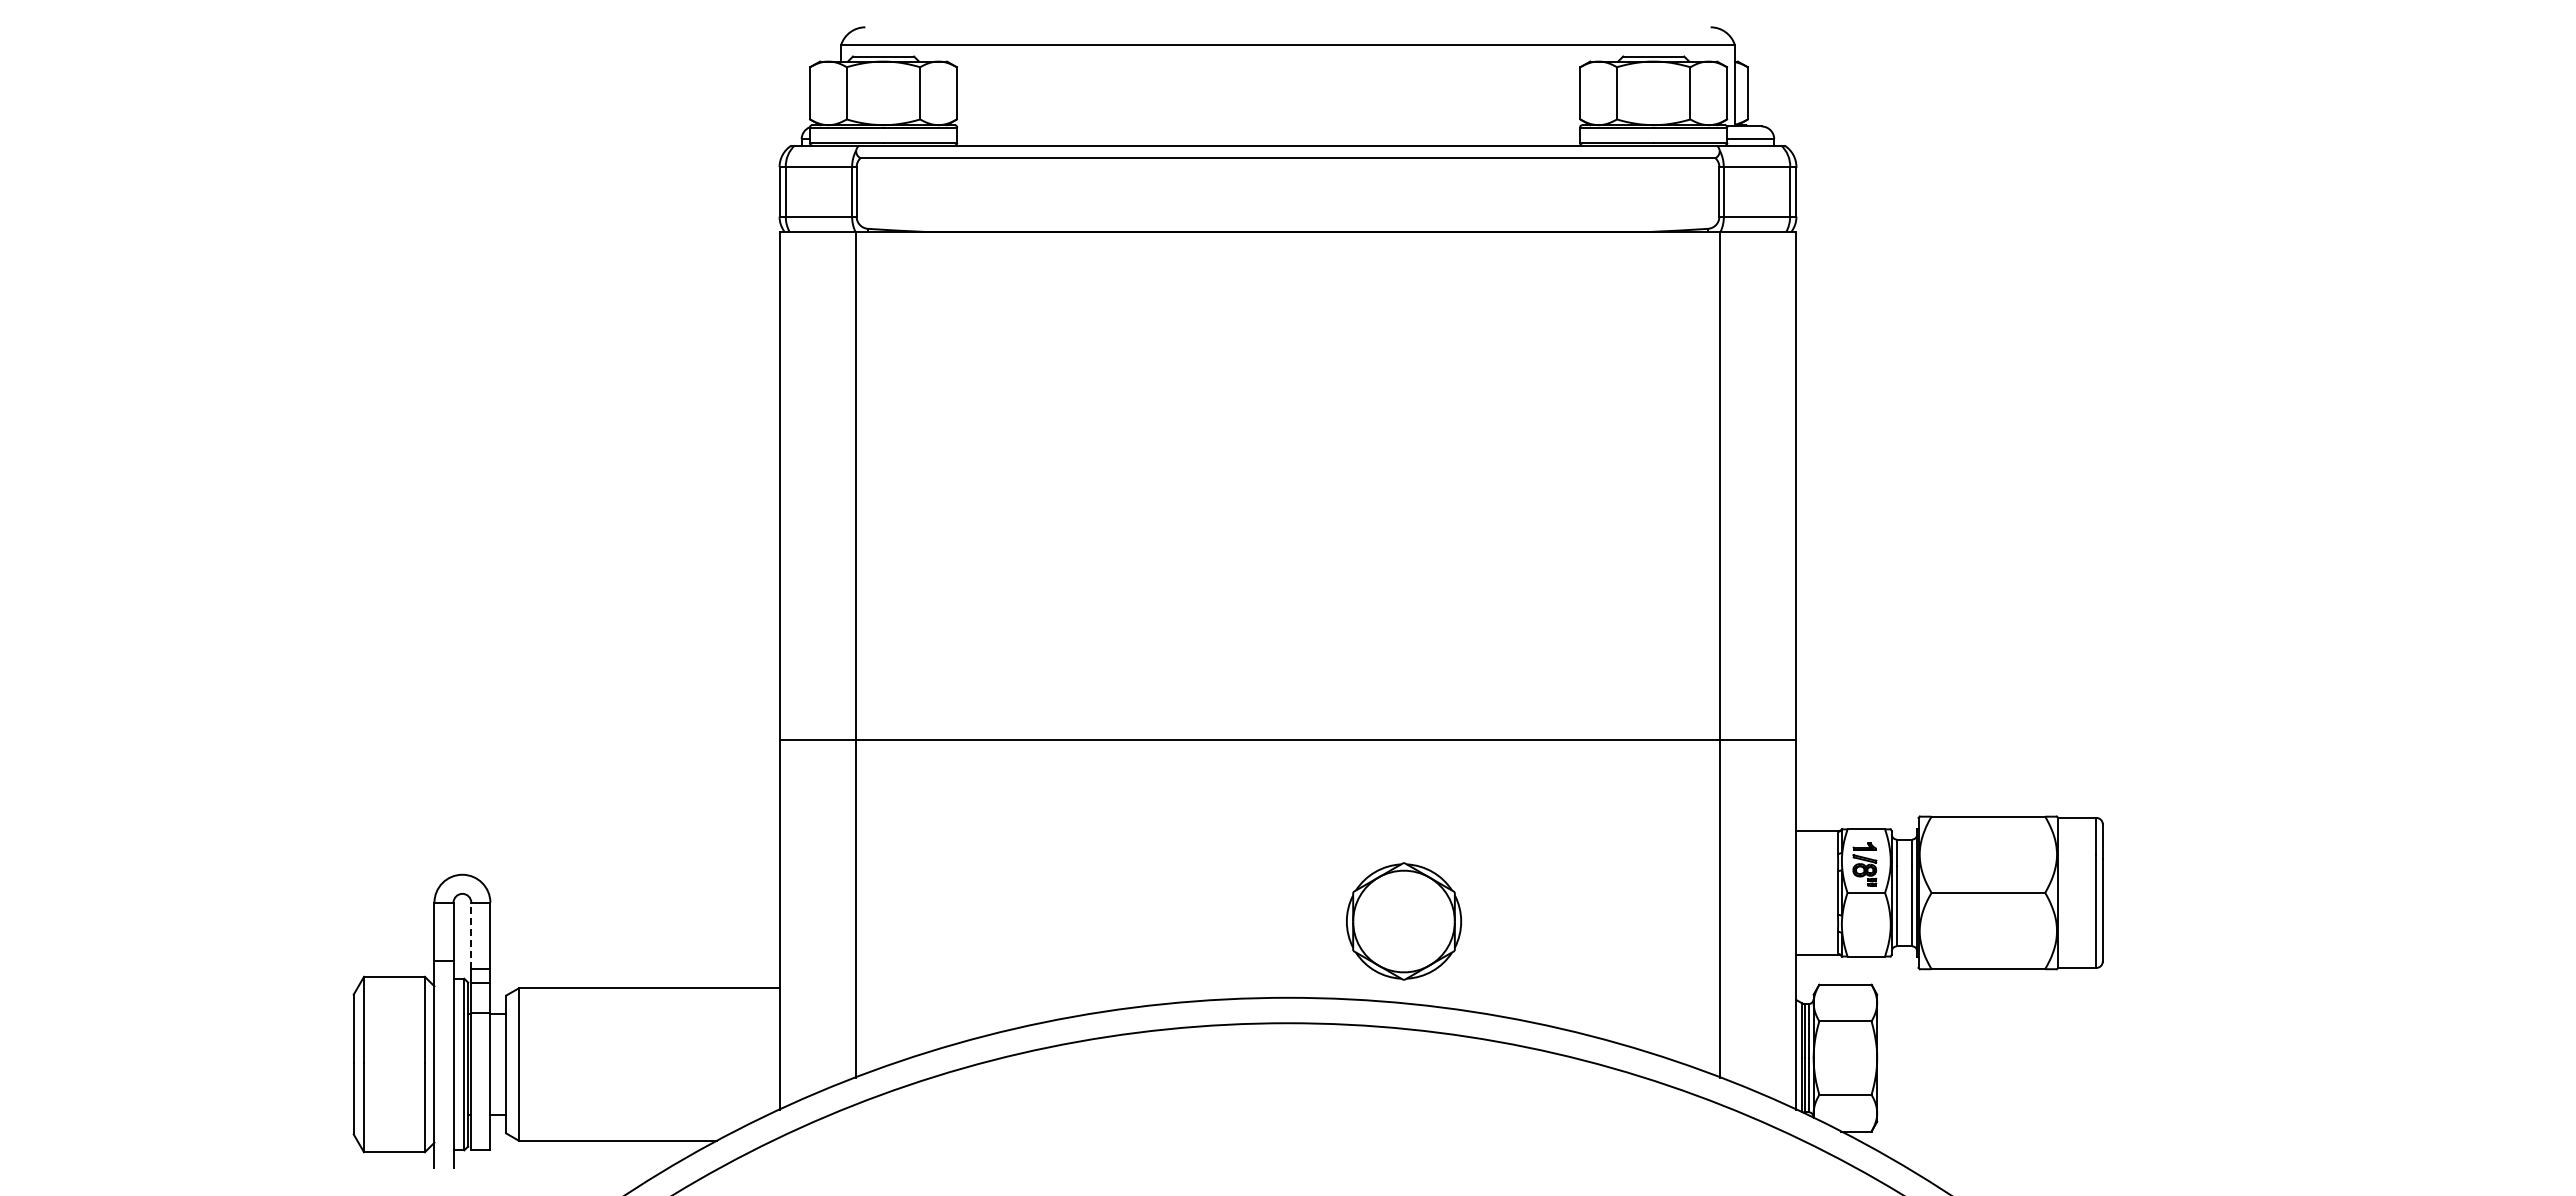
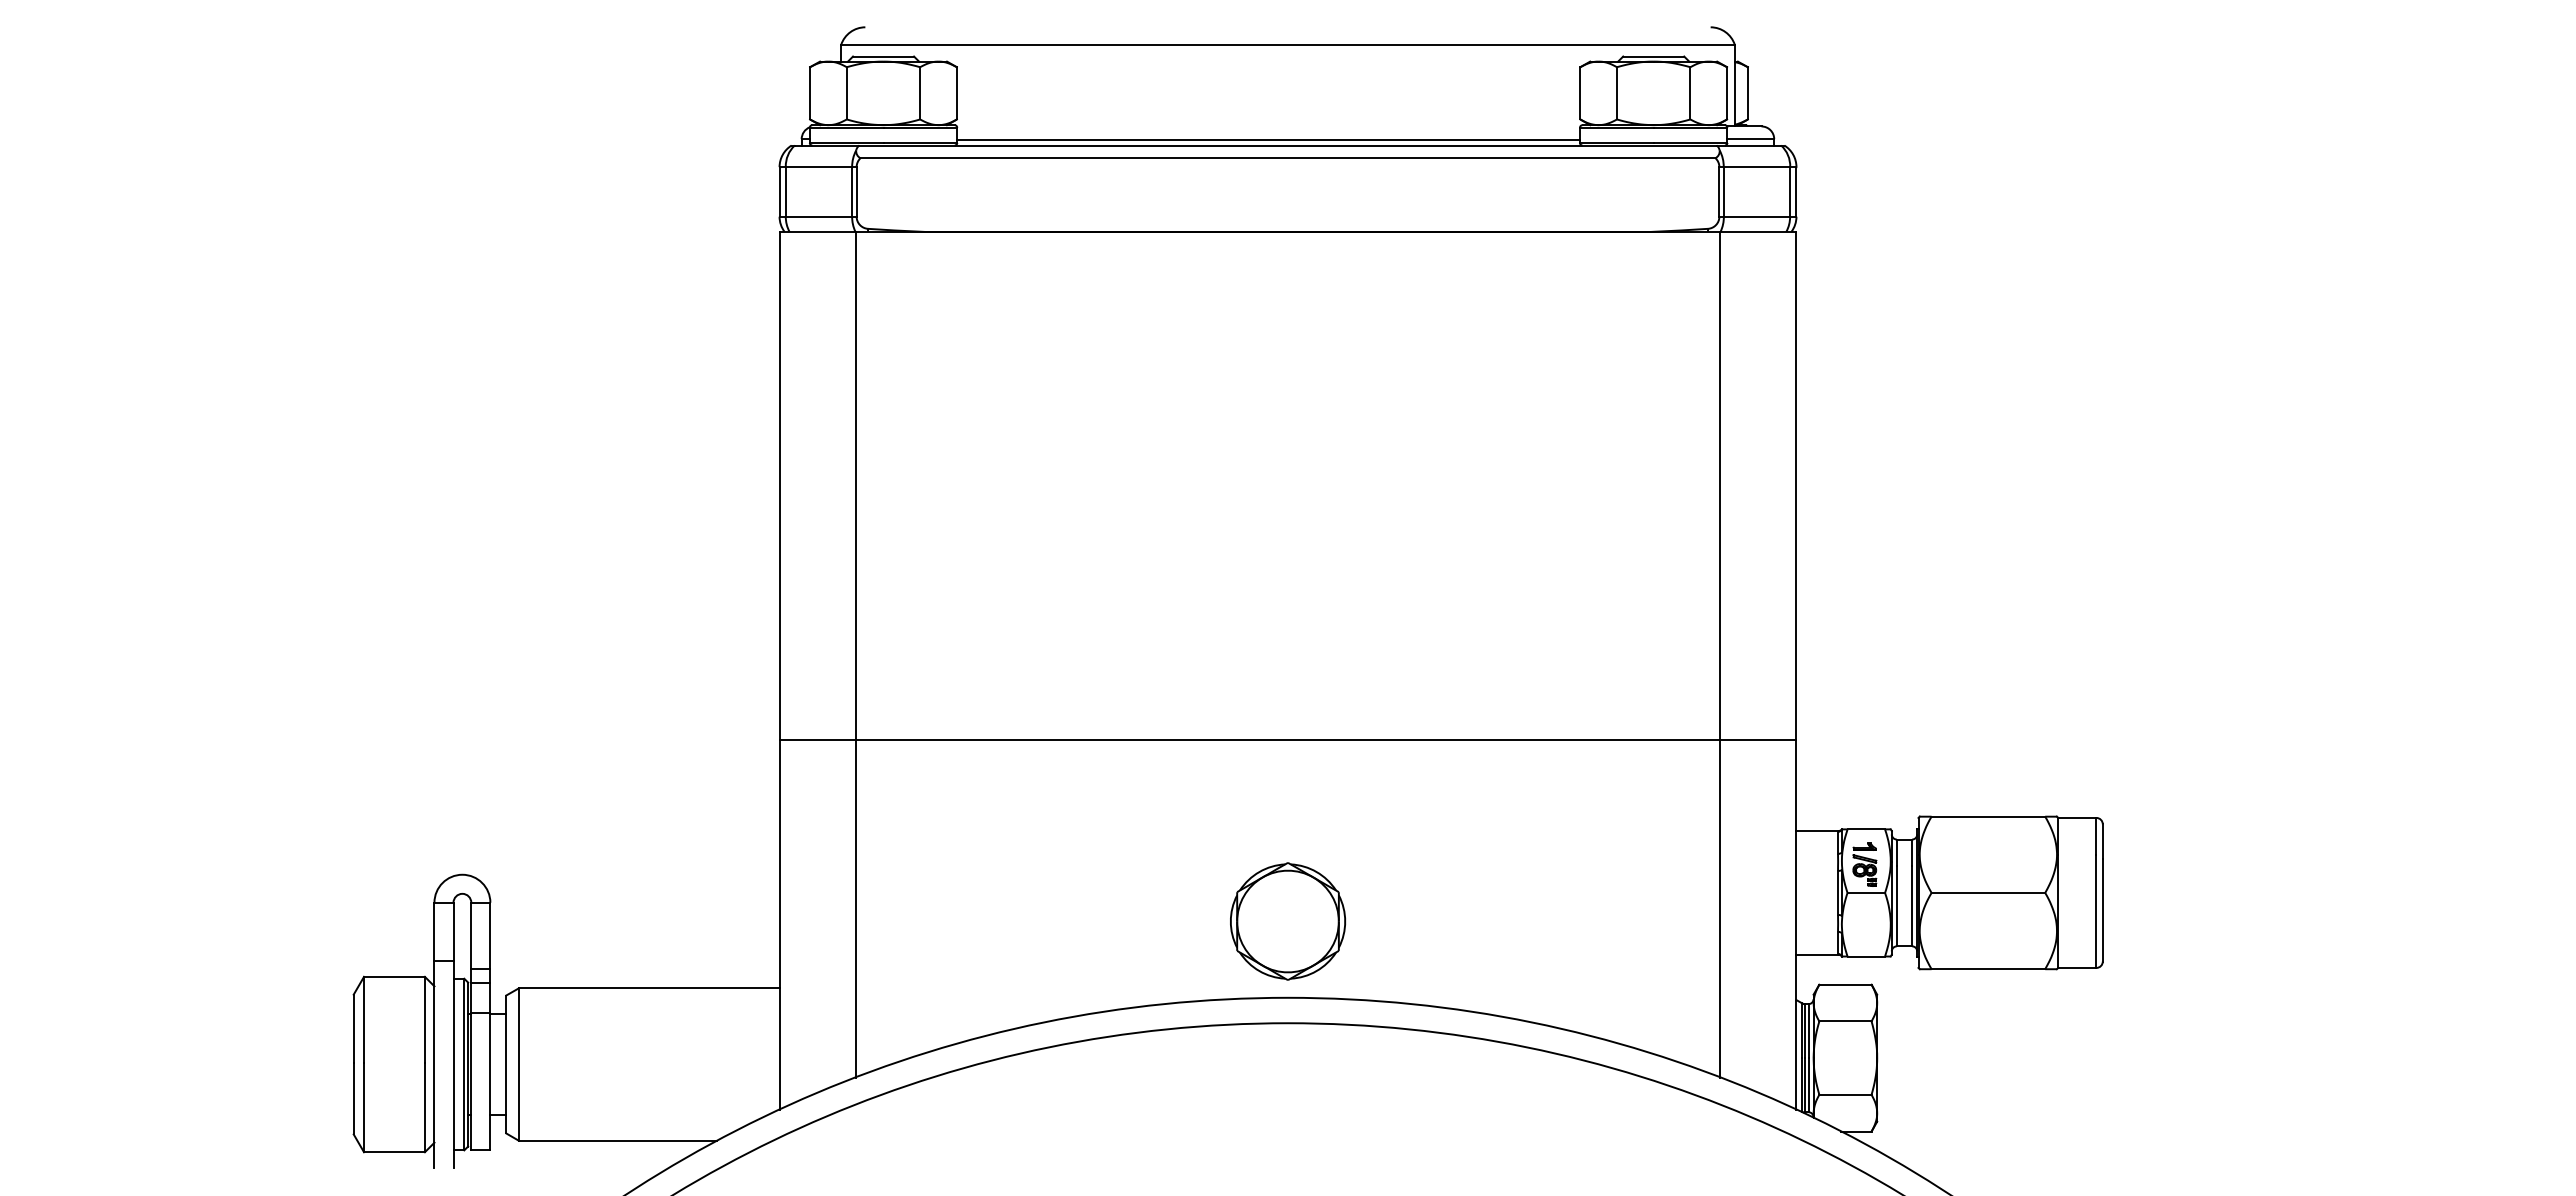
line at (1268, 140): none -> present
part at (1404, 921) position: (1404, 921) -> (1288, 921)
line at (471, 935): dashed -> solid
